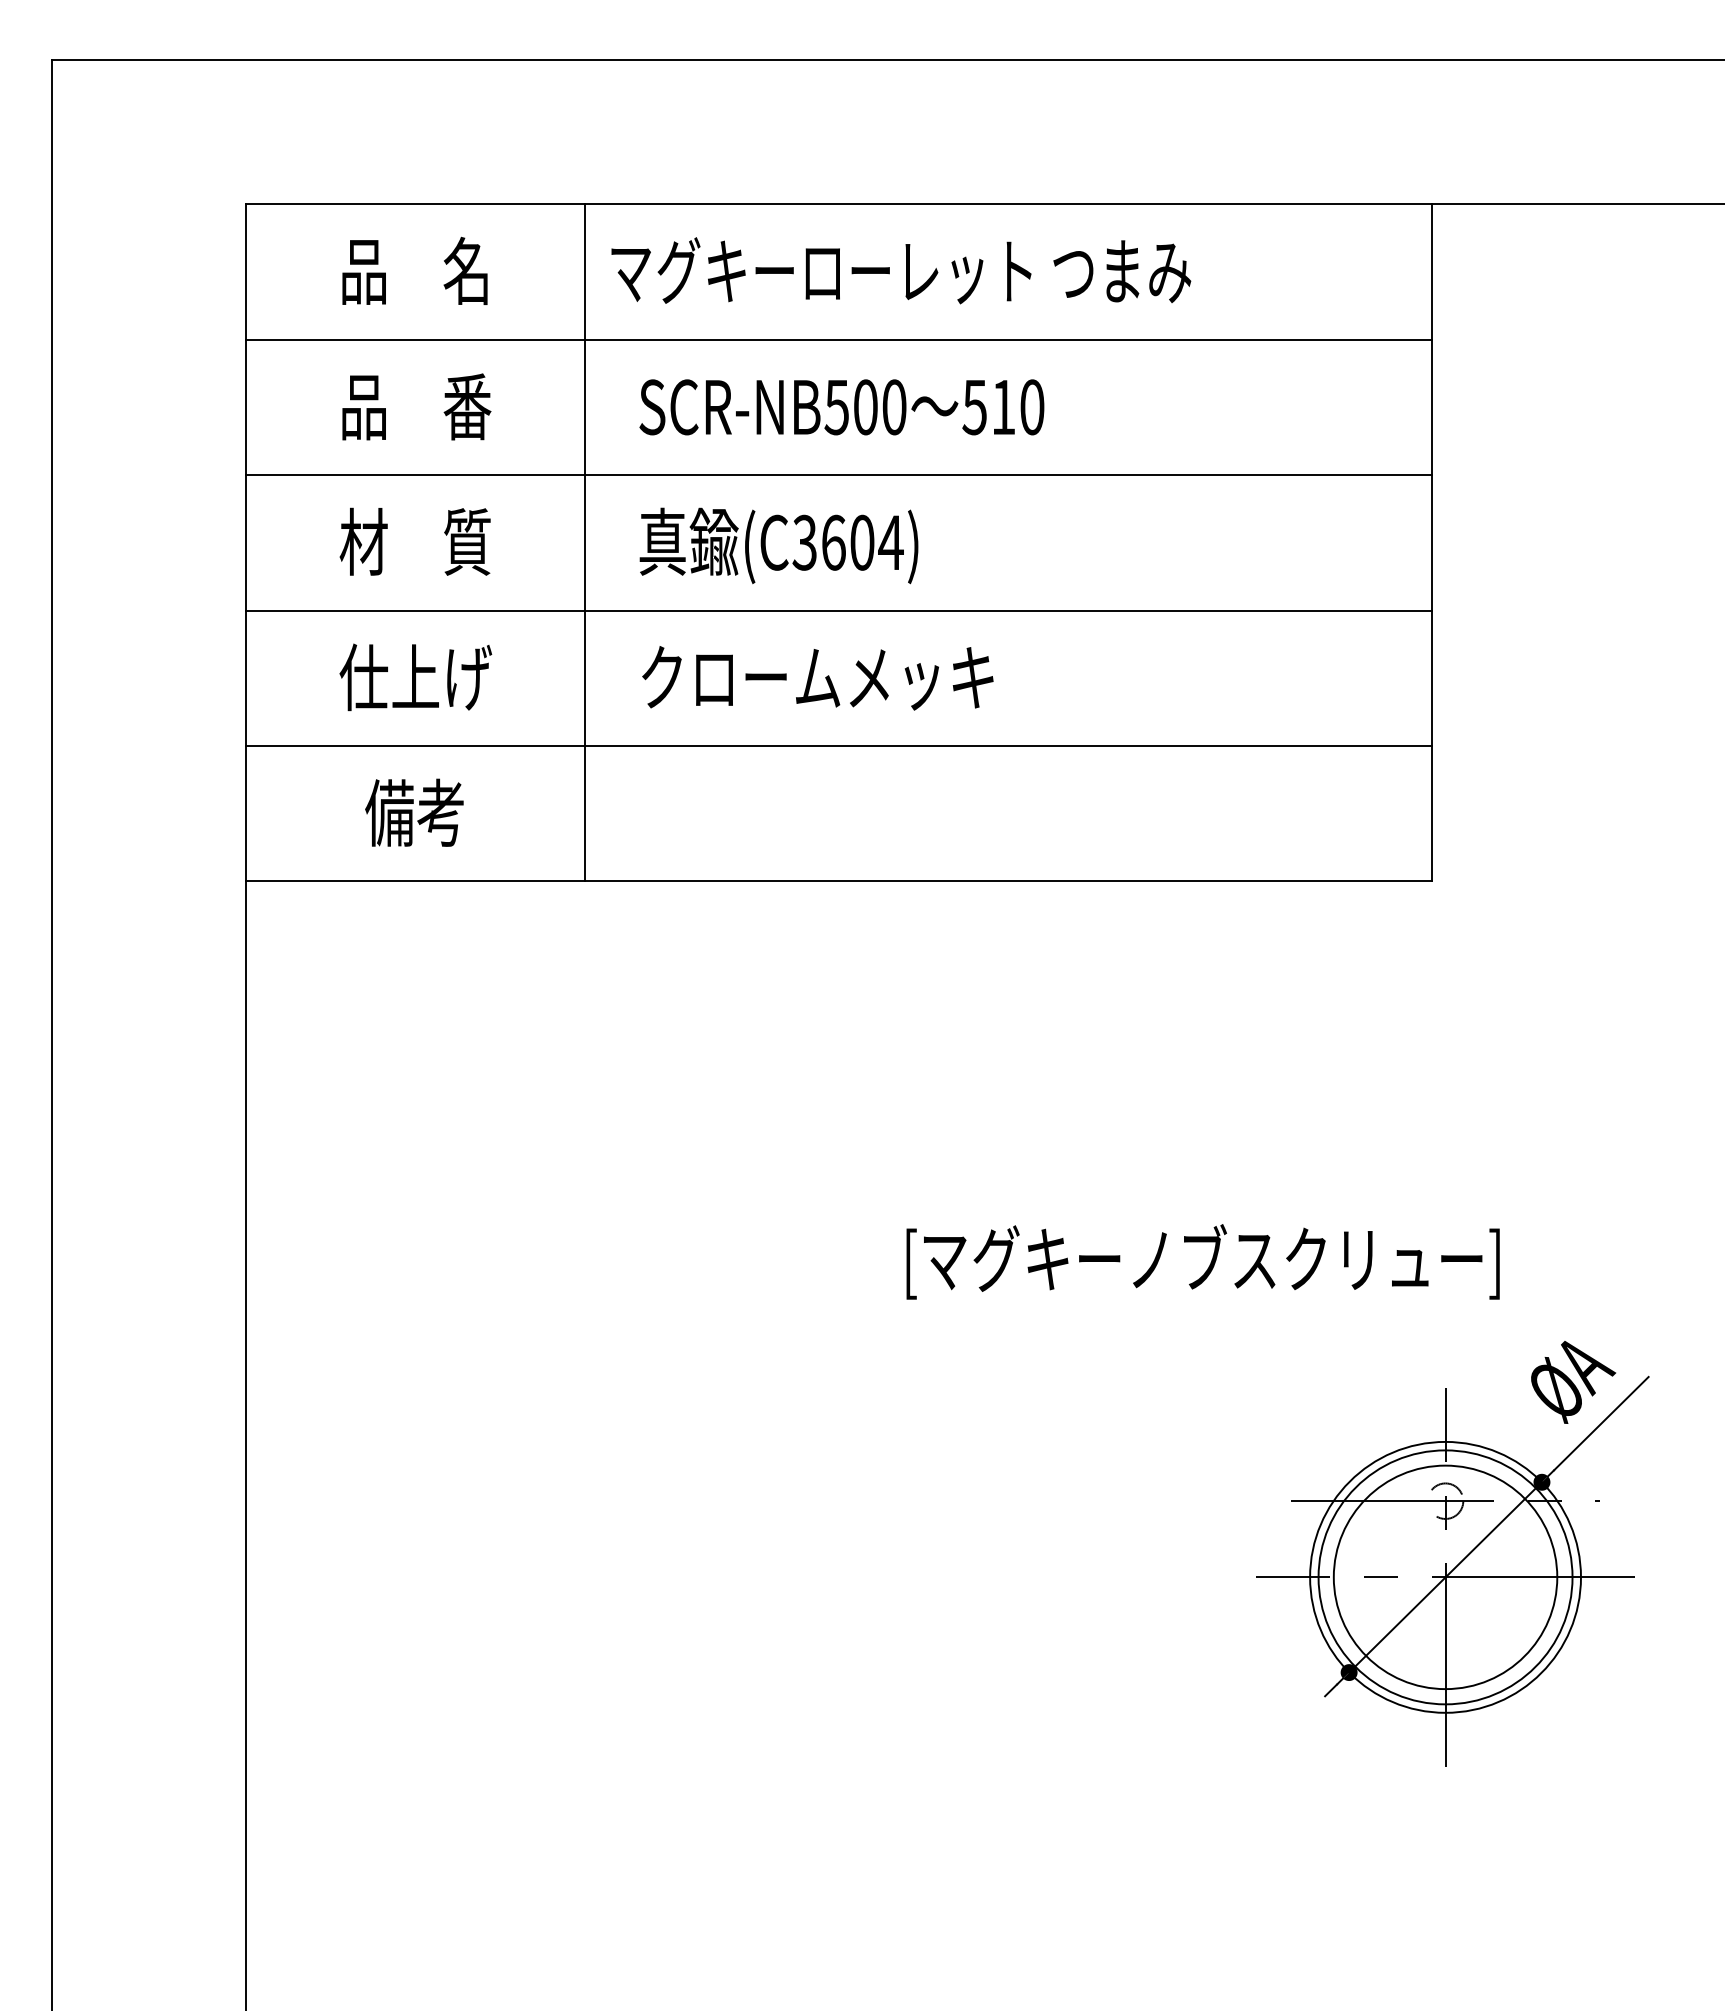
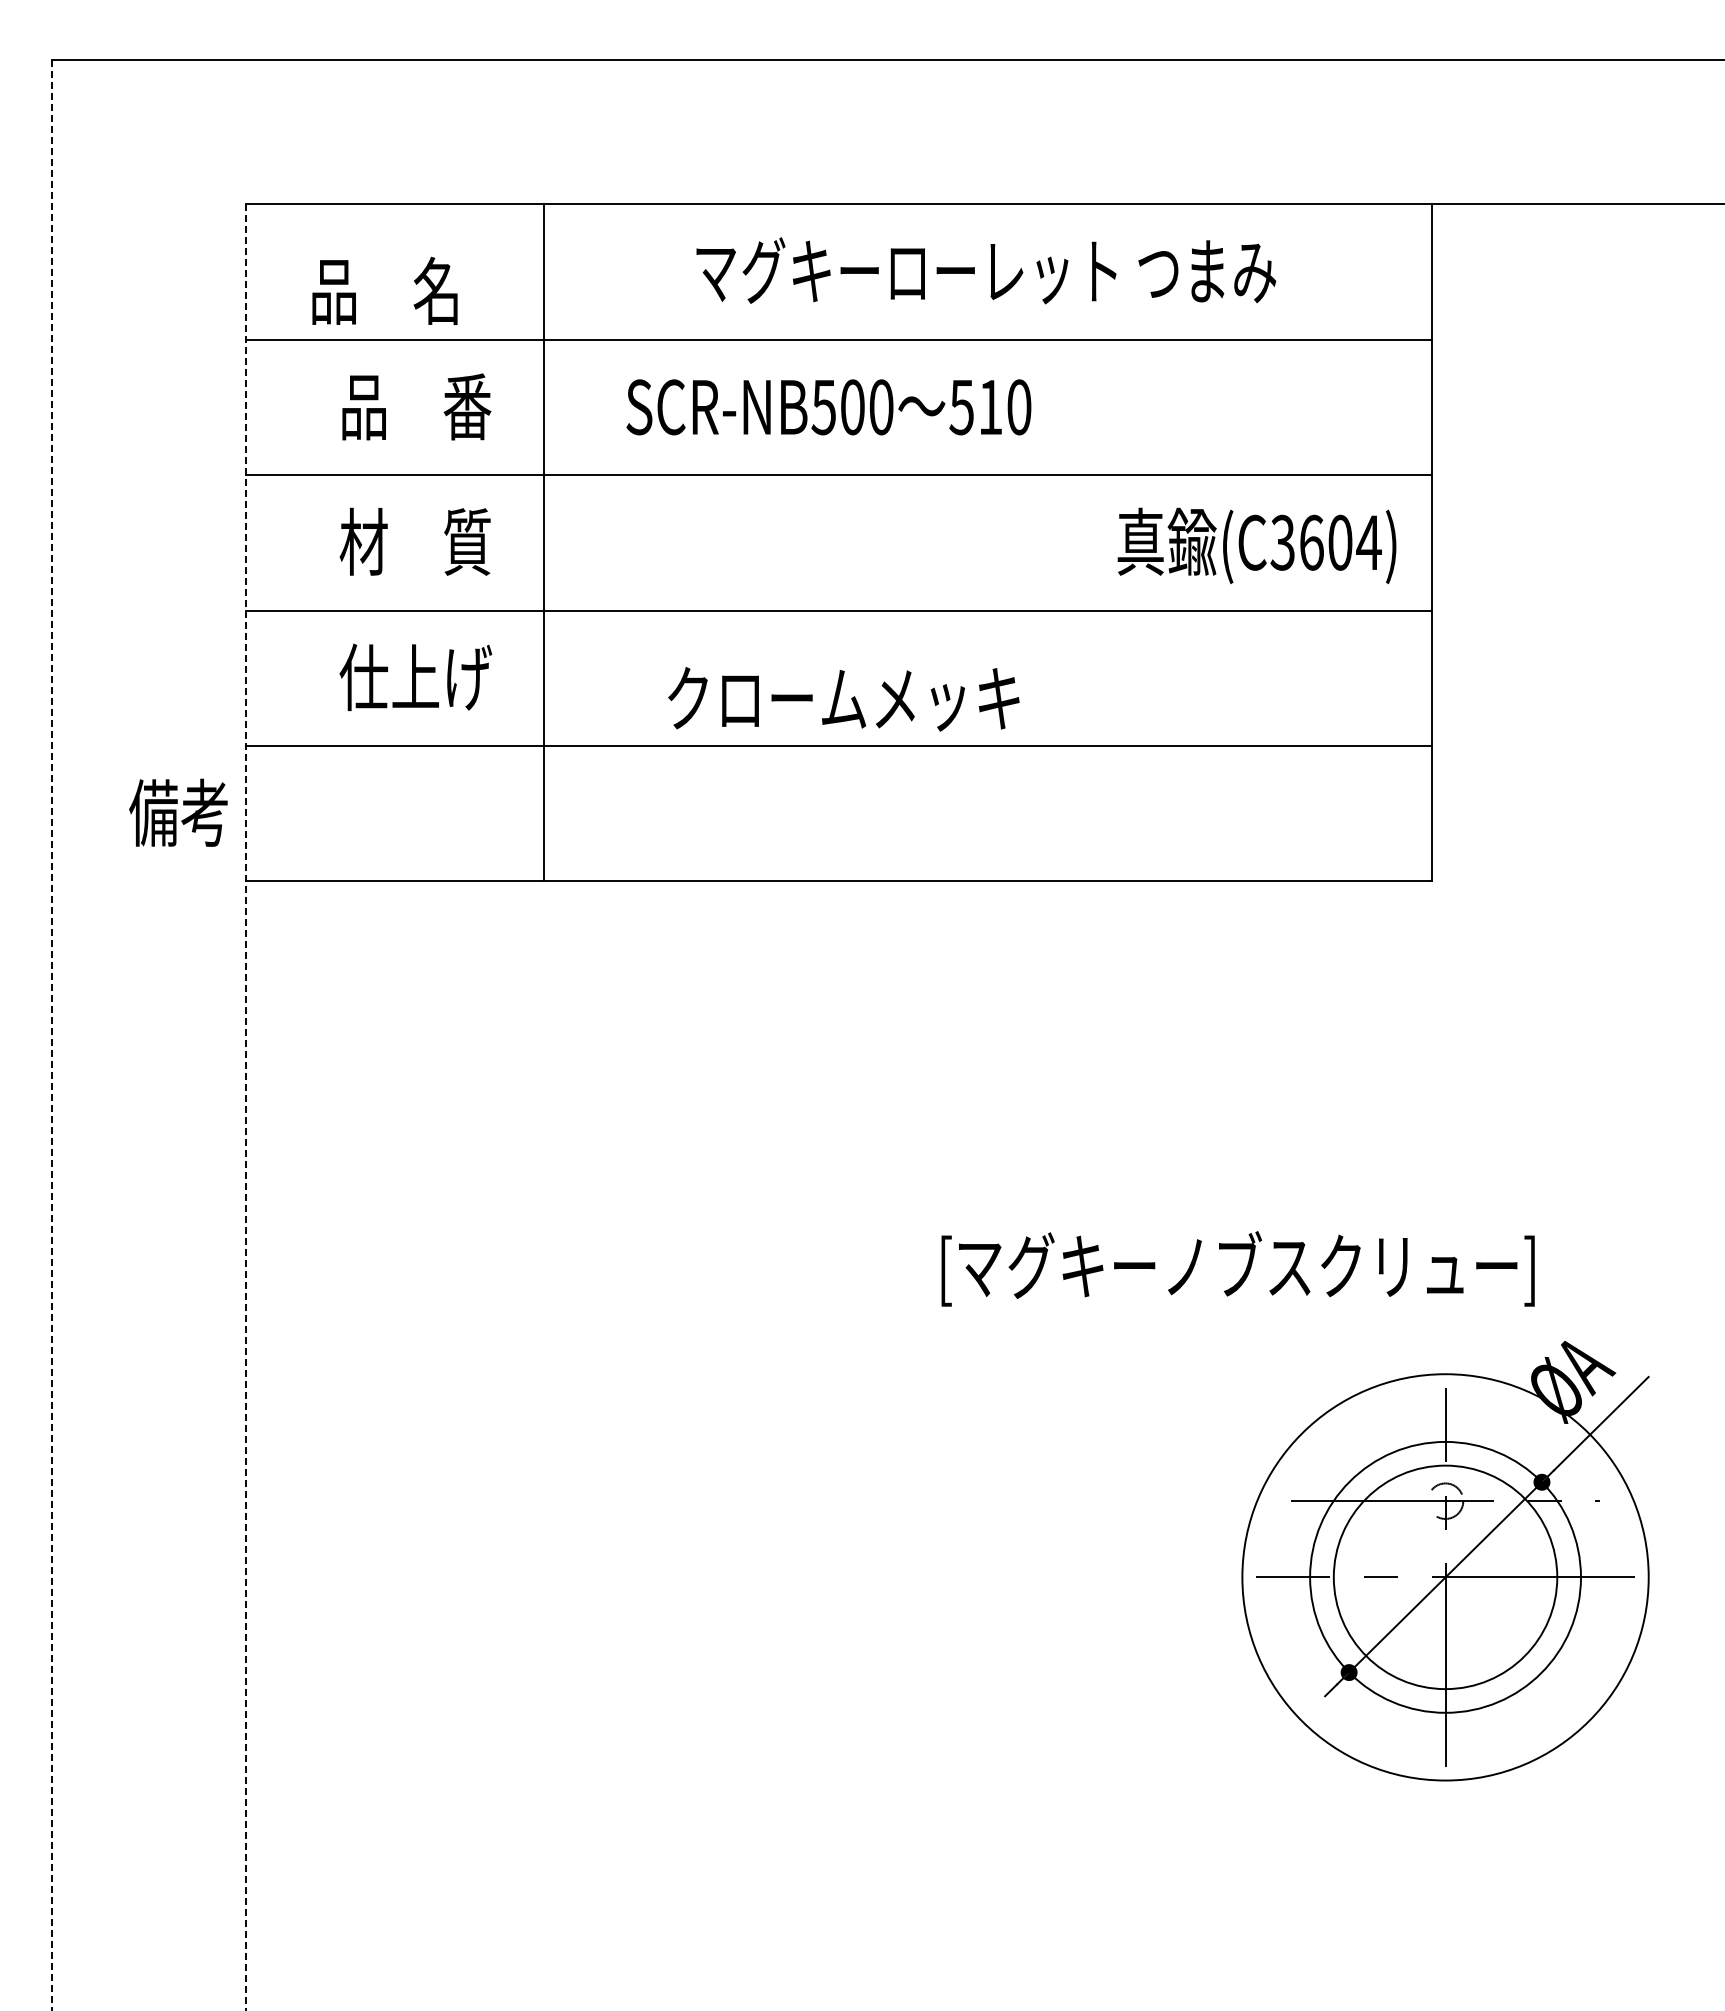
text at (414, 270) position: (414, 270) -> (384, 290)
text at (901, 270) position: (901, 270) -> (986, 270)
text at (841, 407) position: (841, 407) -> (828, 407)
line at (585, 542) position: (585, 542) -> (544, 542)
text at (778, 545) position: (778, 545) -> (1256, 545)
text at (817, 678) position: (817, 678) -> (843, 699)
text at (414, 812) position: (414, 812) -> (178, 812)
line at (51, 1036): solid -> dashed
line at (246, 1108): solid -> dashed
text at (1202, 1261) position: (1202, 1261) -> (1237, 1268)
circle at (1445, 1577) diameter: 254 px -> 406 px
